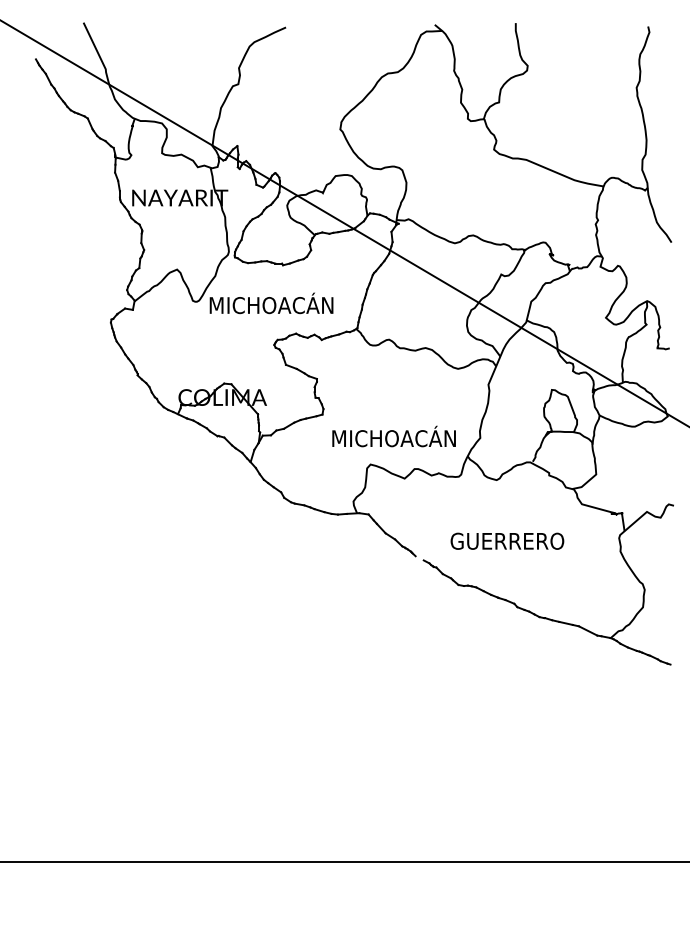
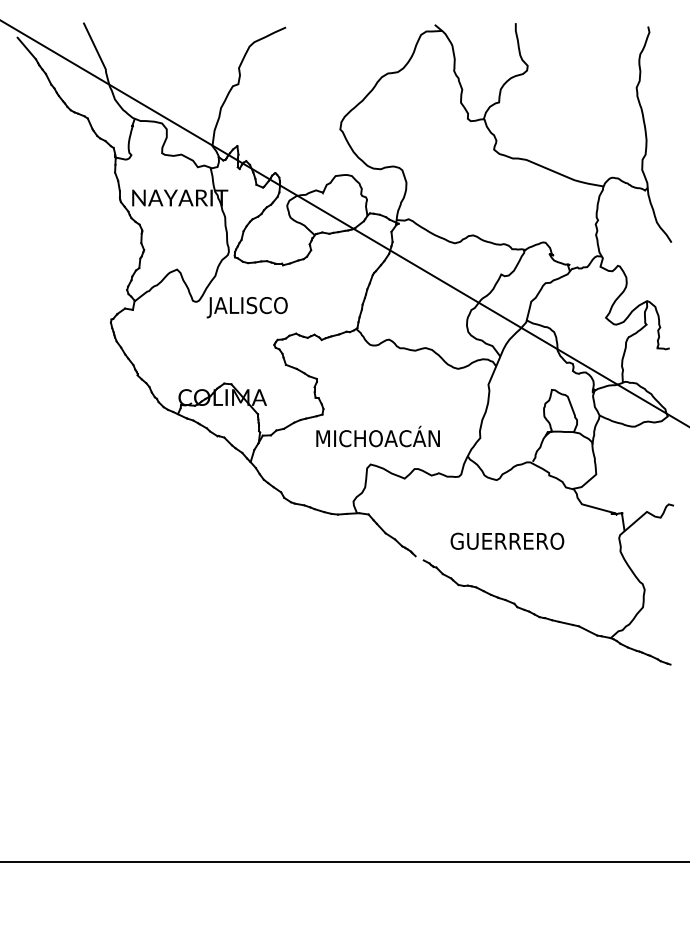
line at (26, 48): none -> present
text at (269, 305): MICHOACÁN -> JALISCO
text at (393, 436) position: (393, 436) -> (377, 436)
